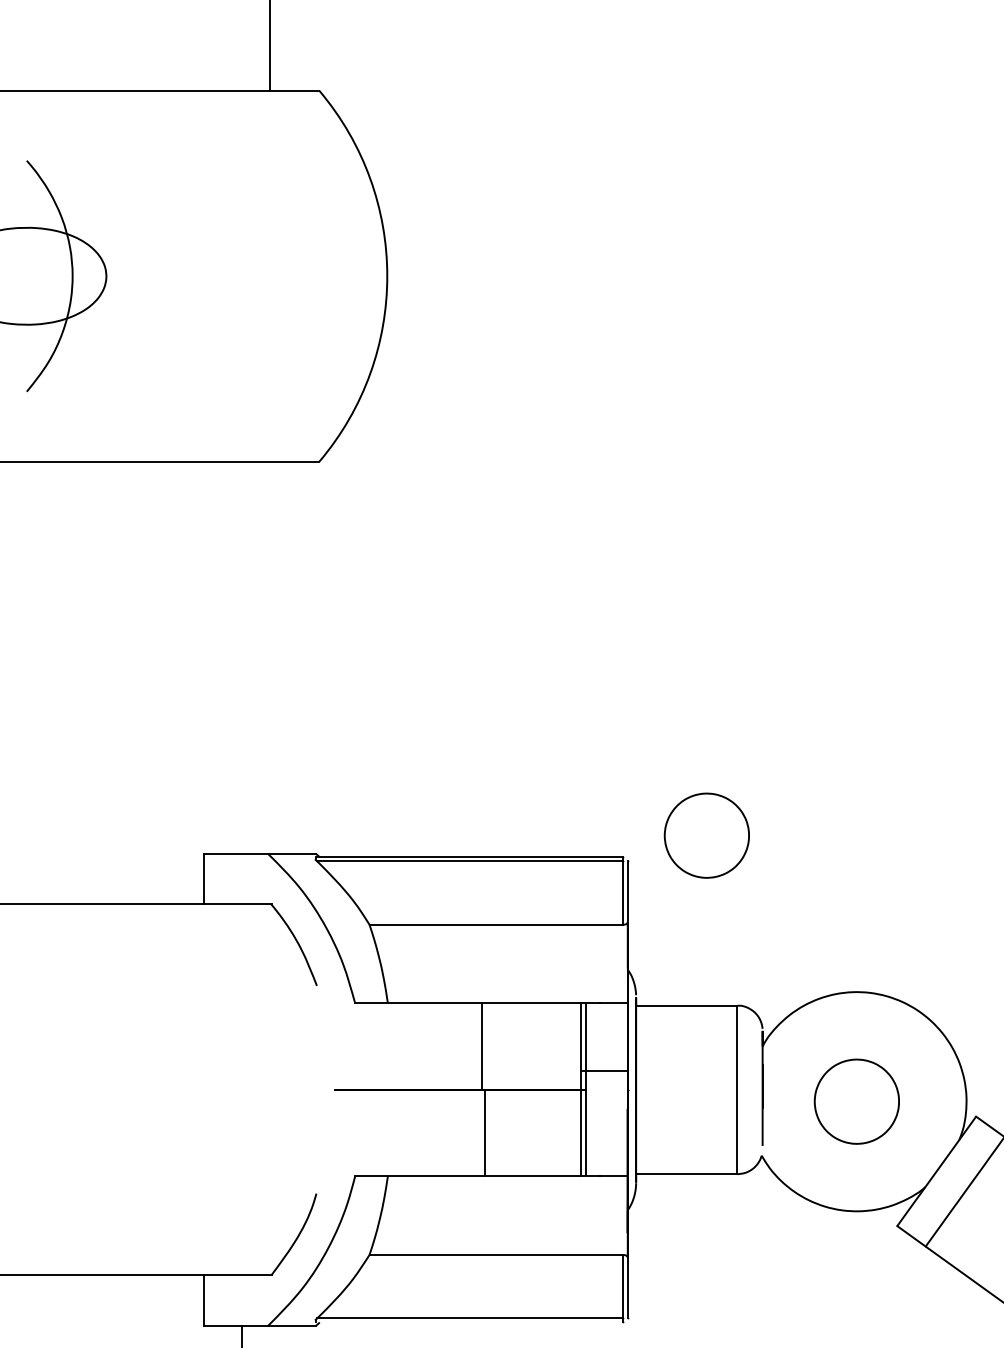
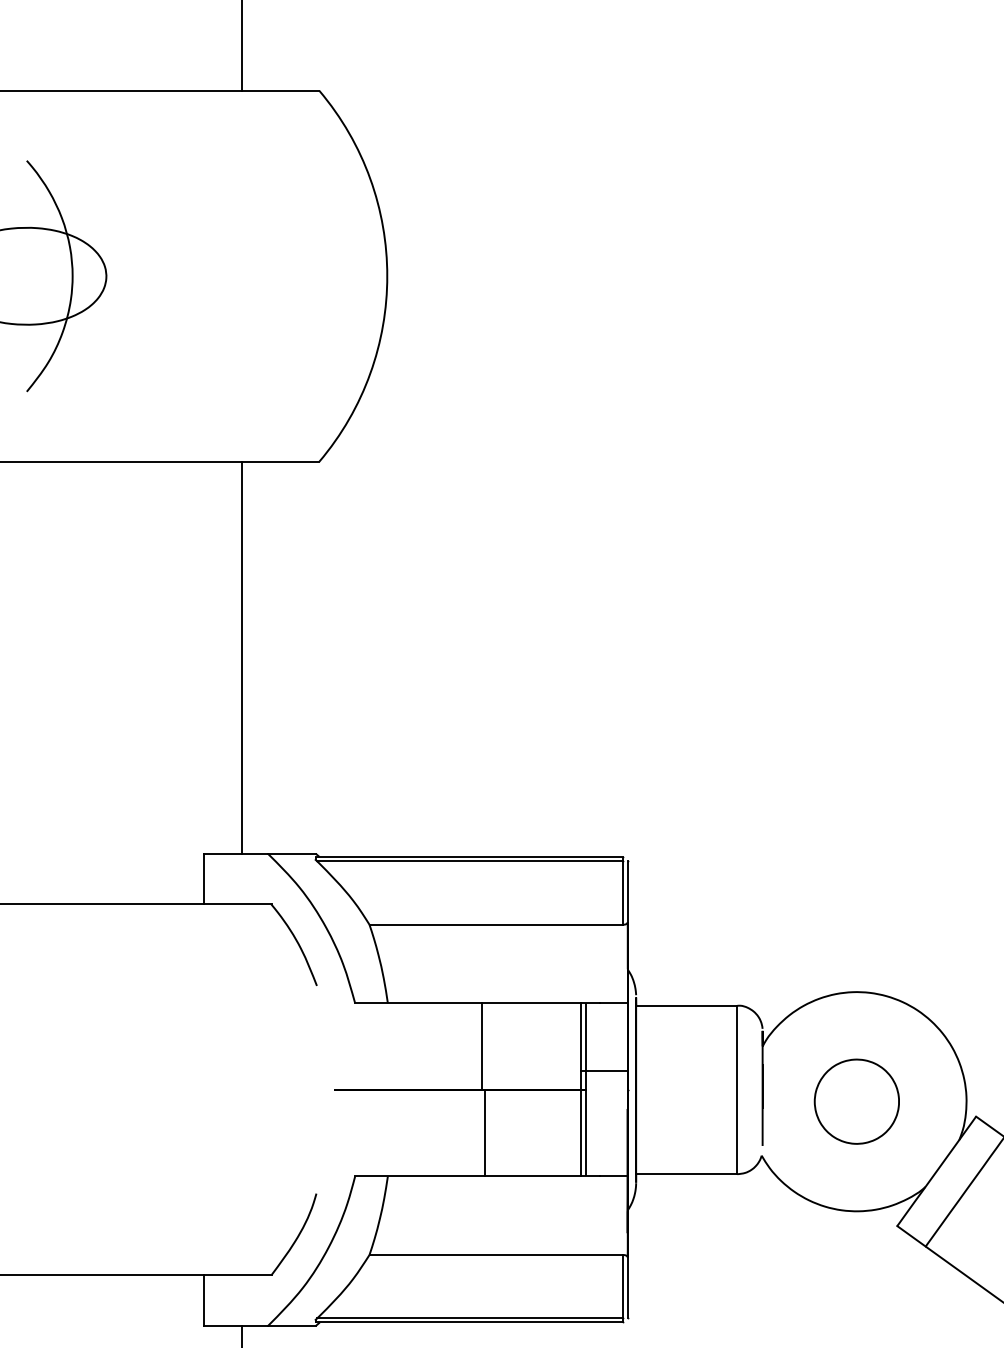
line at (270, 46) position: (270, 46) -> (242, 46)
line at (242, 657): none -> present
part at (706, 835): present -> none
line at (469, 1322): none -> present
